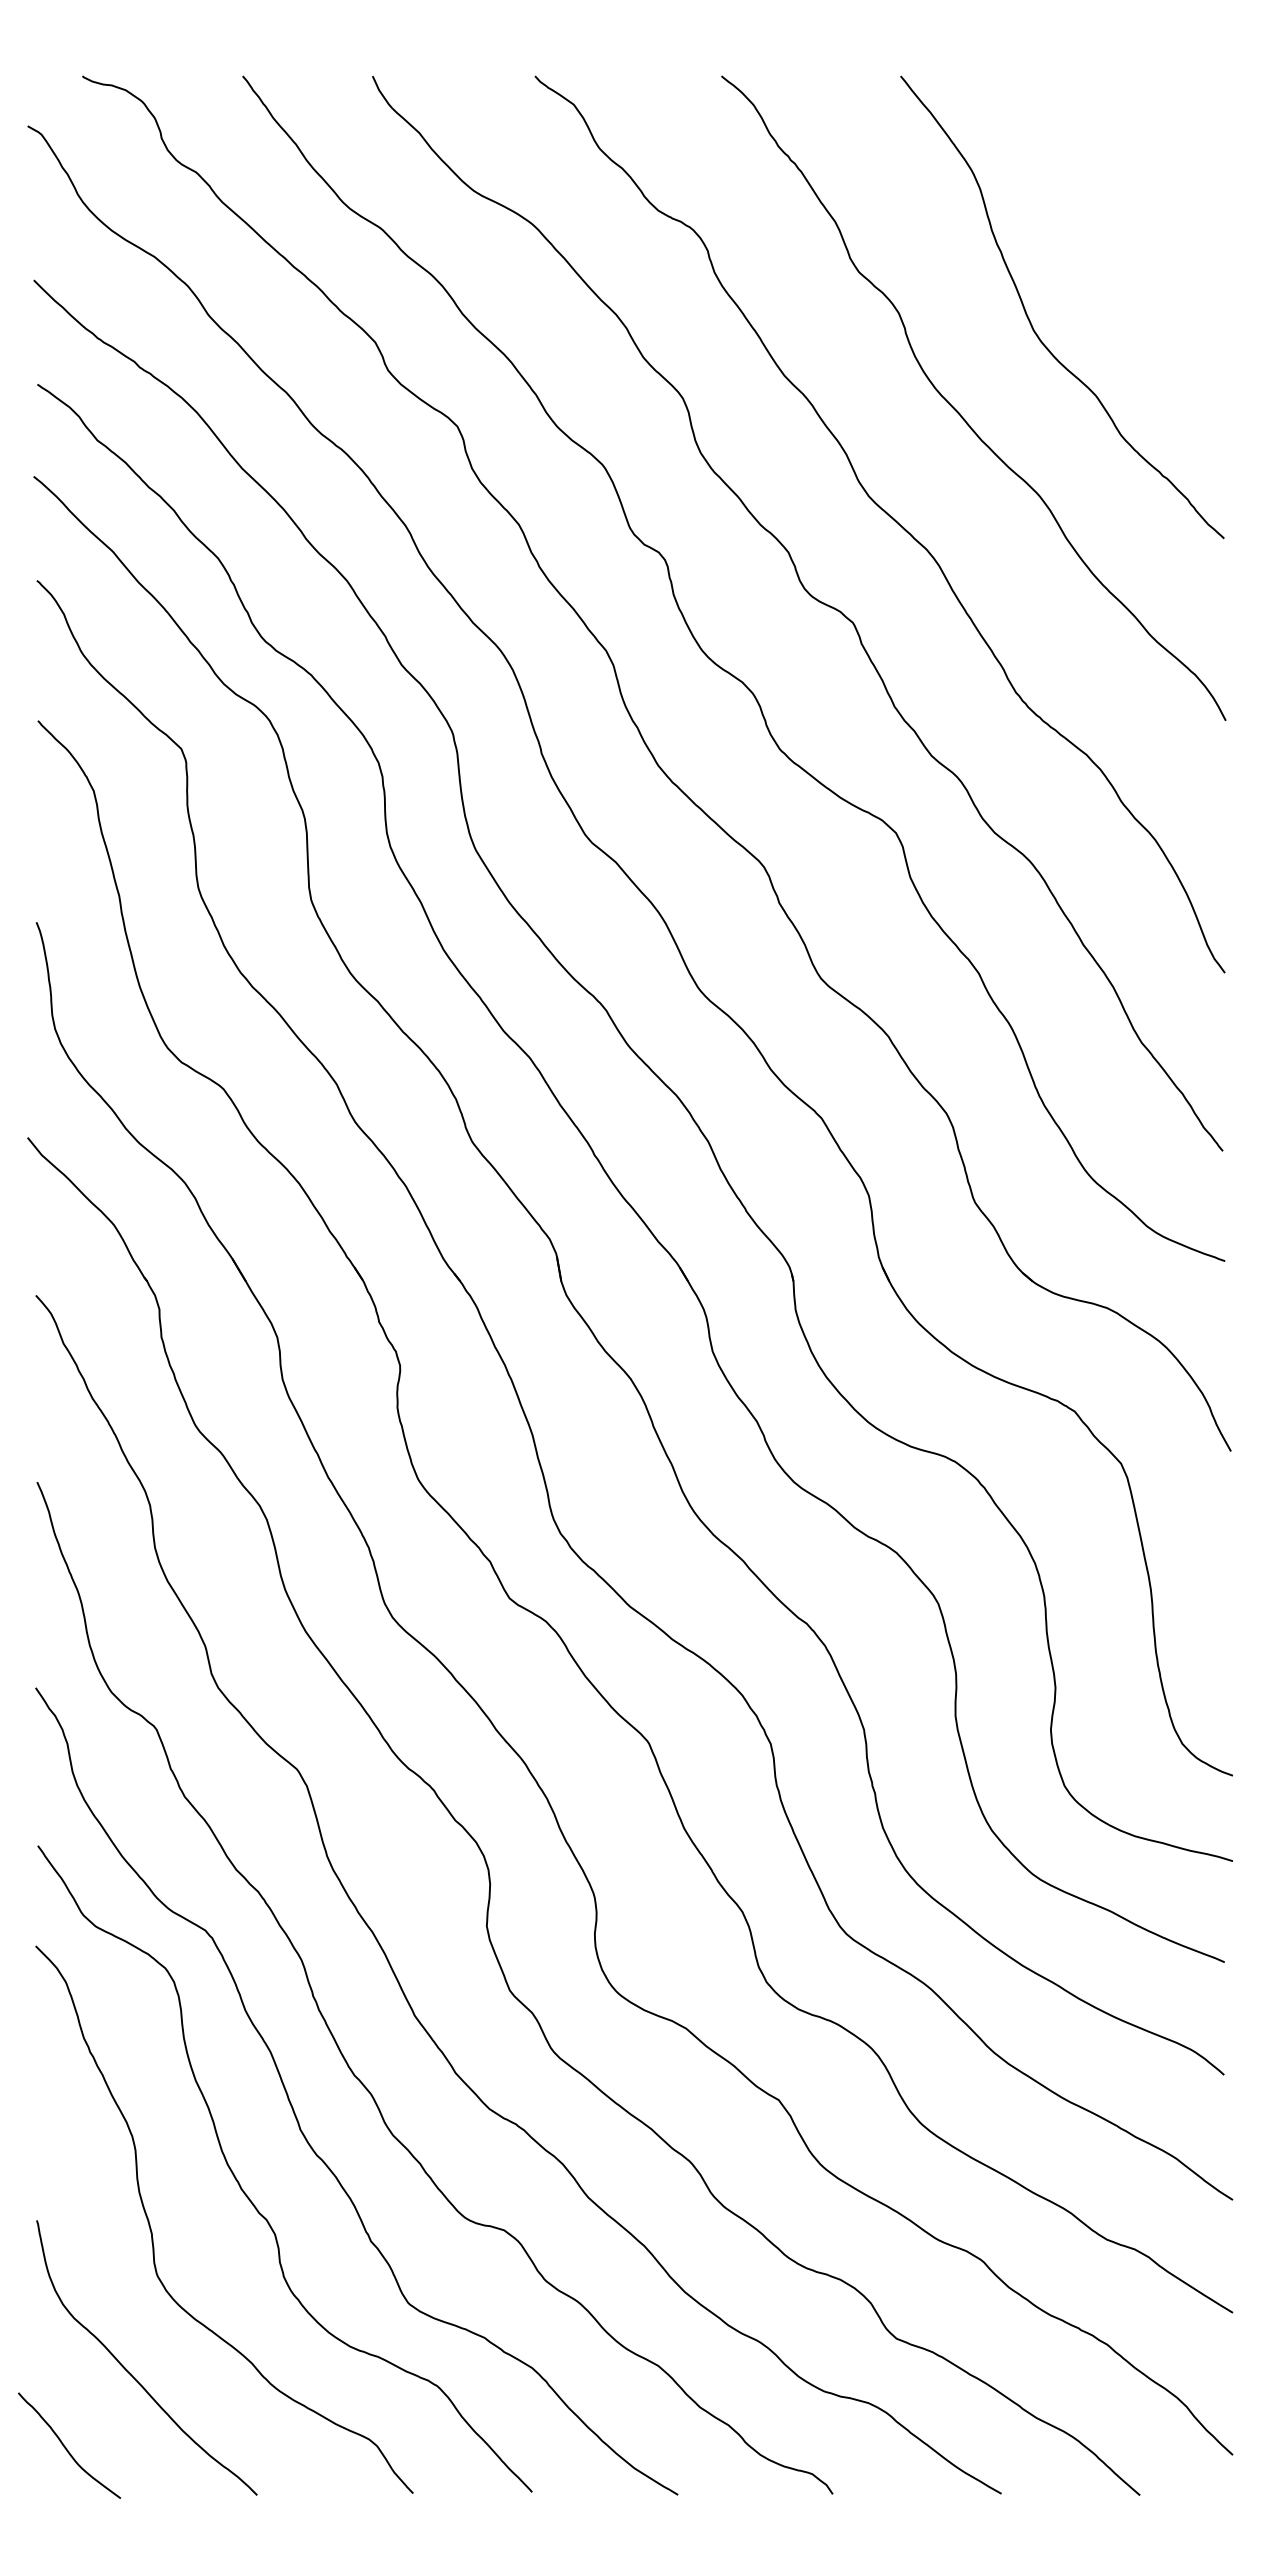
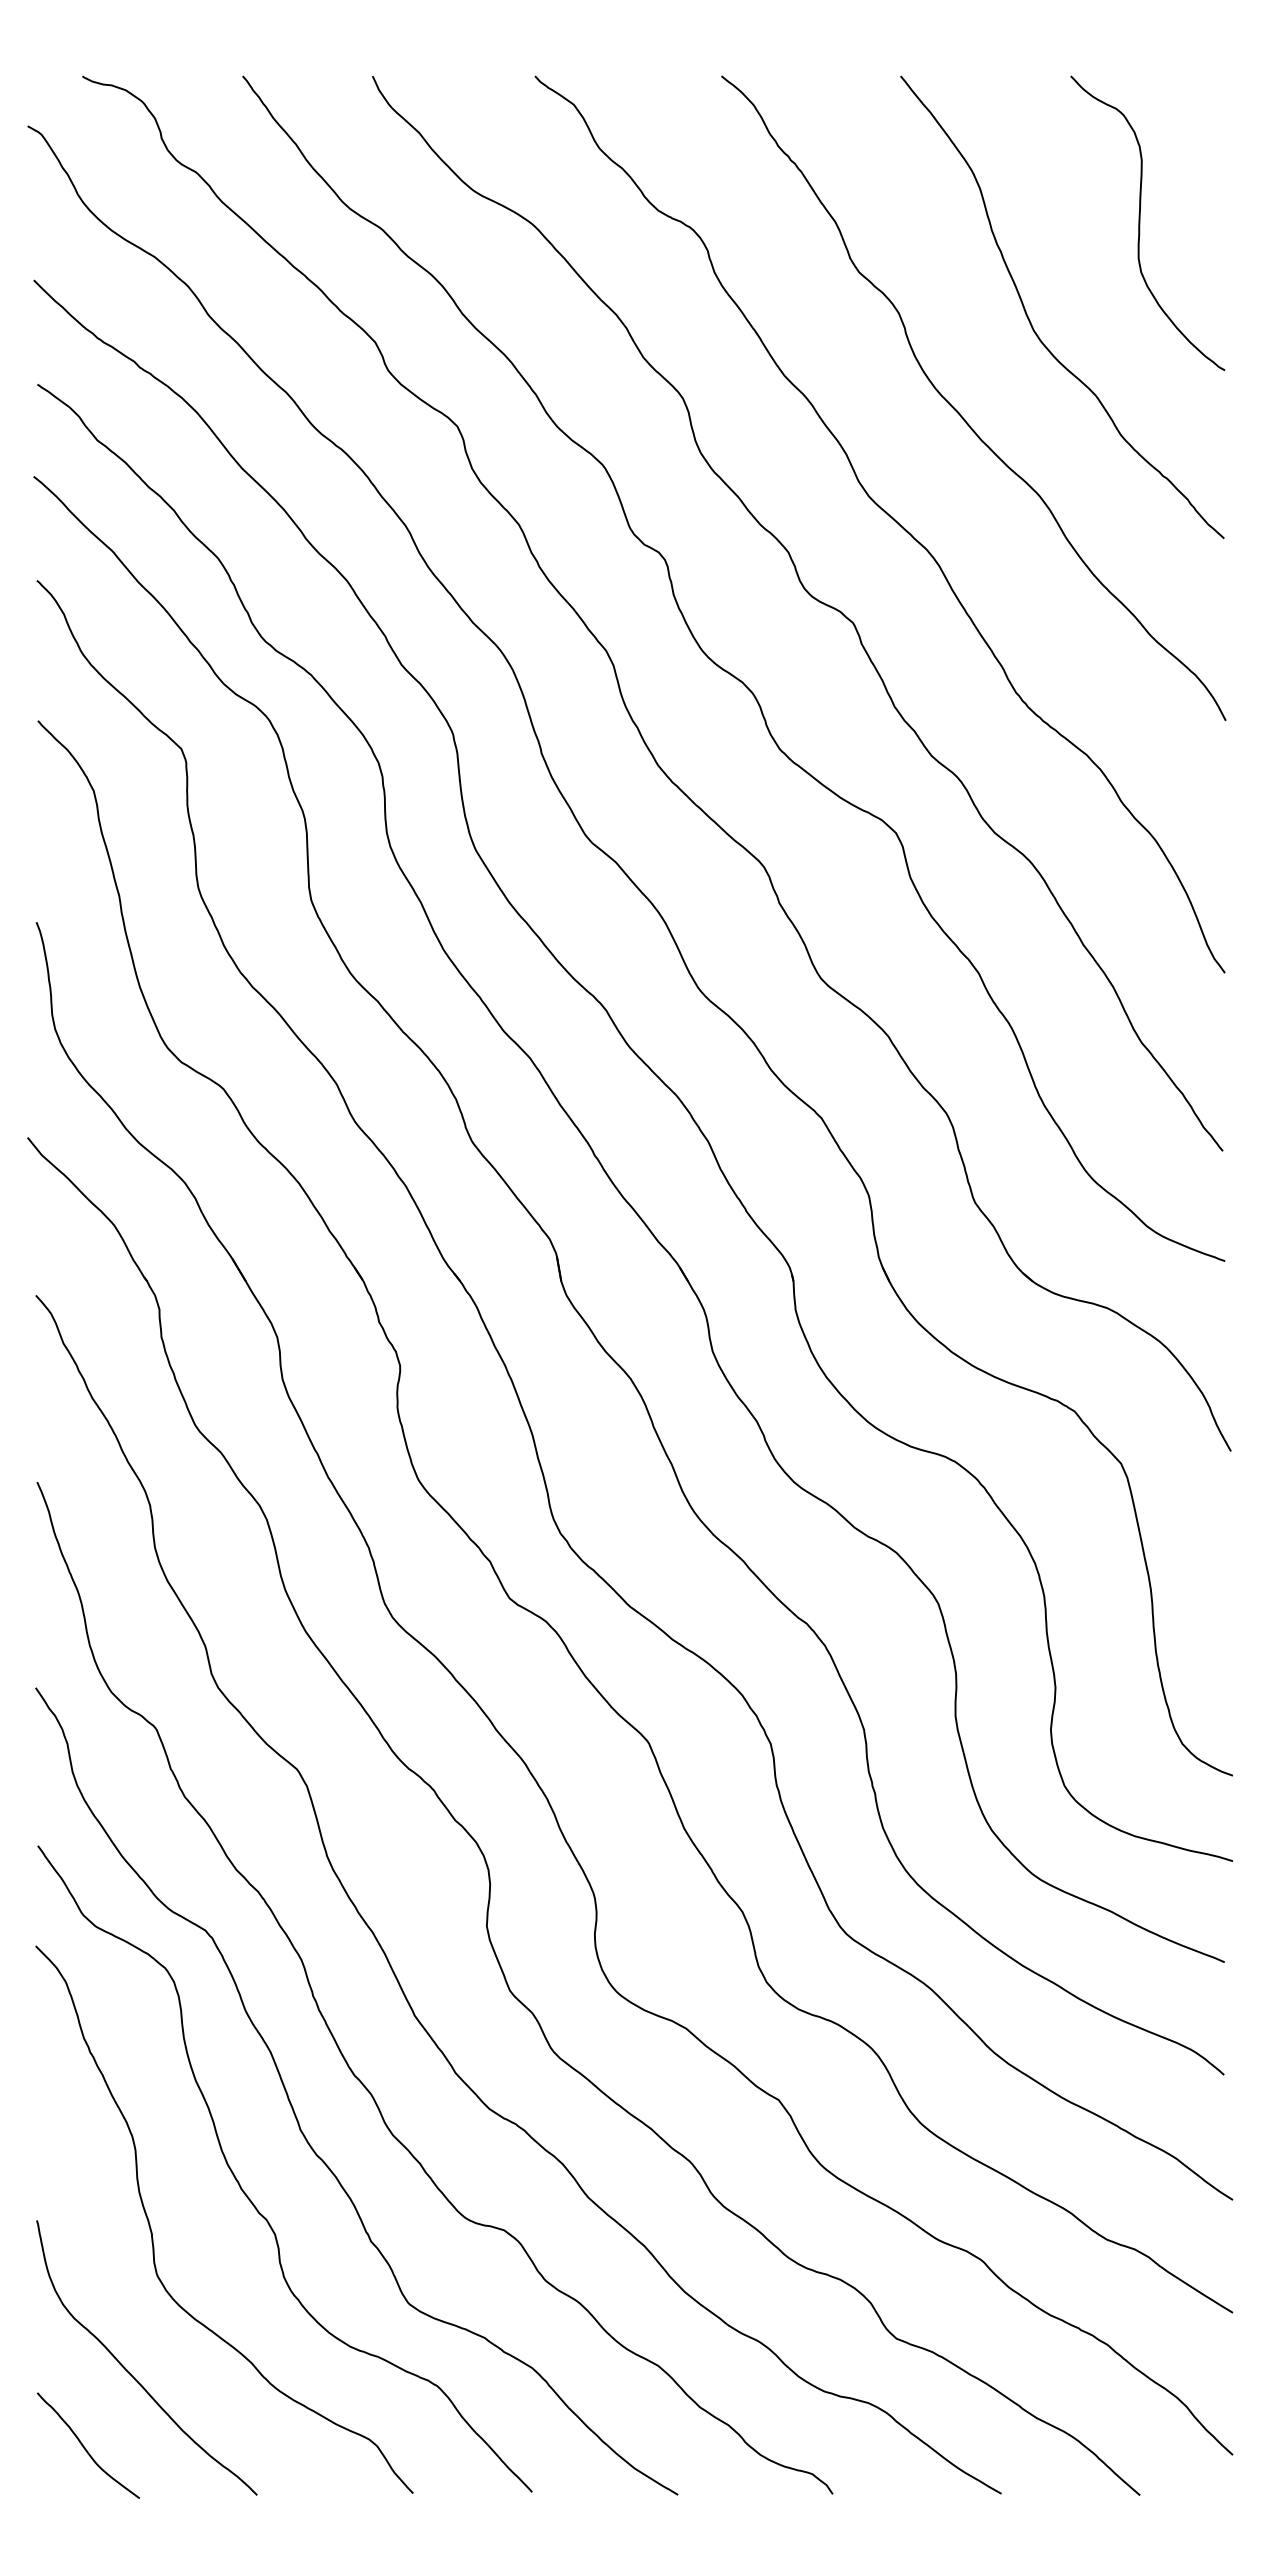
curve at (1140, 222): none -> present
curve at (66, 2447) position: (66, 2447) -> (85, 2447)
